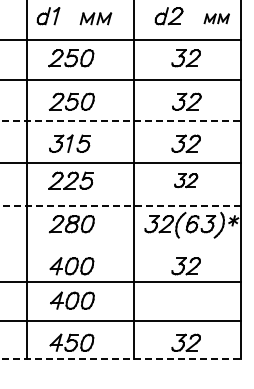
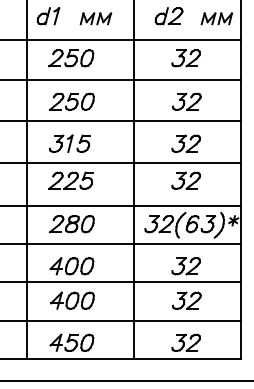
part at (216, 18) size: 27x12 px -> 33x14 px
line at (121, 120): dashed -> solid
part at (186, 180) size: 25x16 px -> 30x19 px
line at (121, 205): dashed -> solid
line at (121, 244): none -> present
part at (186, 300): none -> present
line at (121, 359): dashed -> solid
line at (126, 380): none -> present
